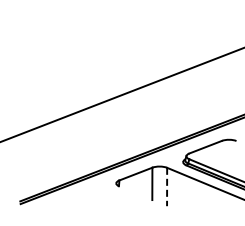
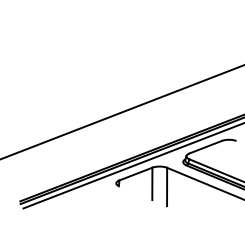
line at (121, 94) position: (121, 94) -> (121, 112)
line at (132, 166): none -> present
line at (167, 187): dashed -> solid
